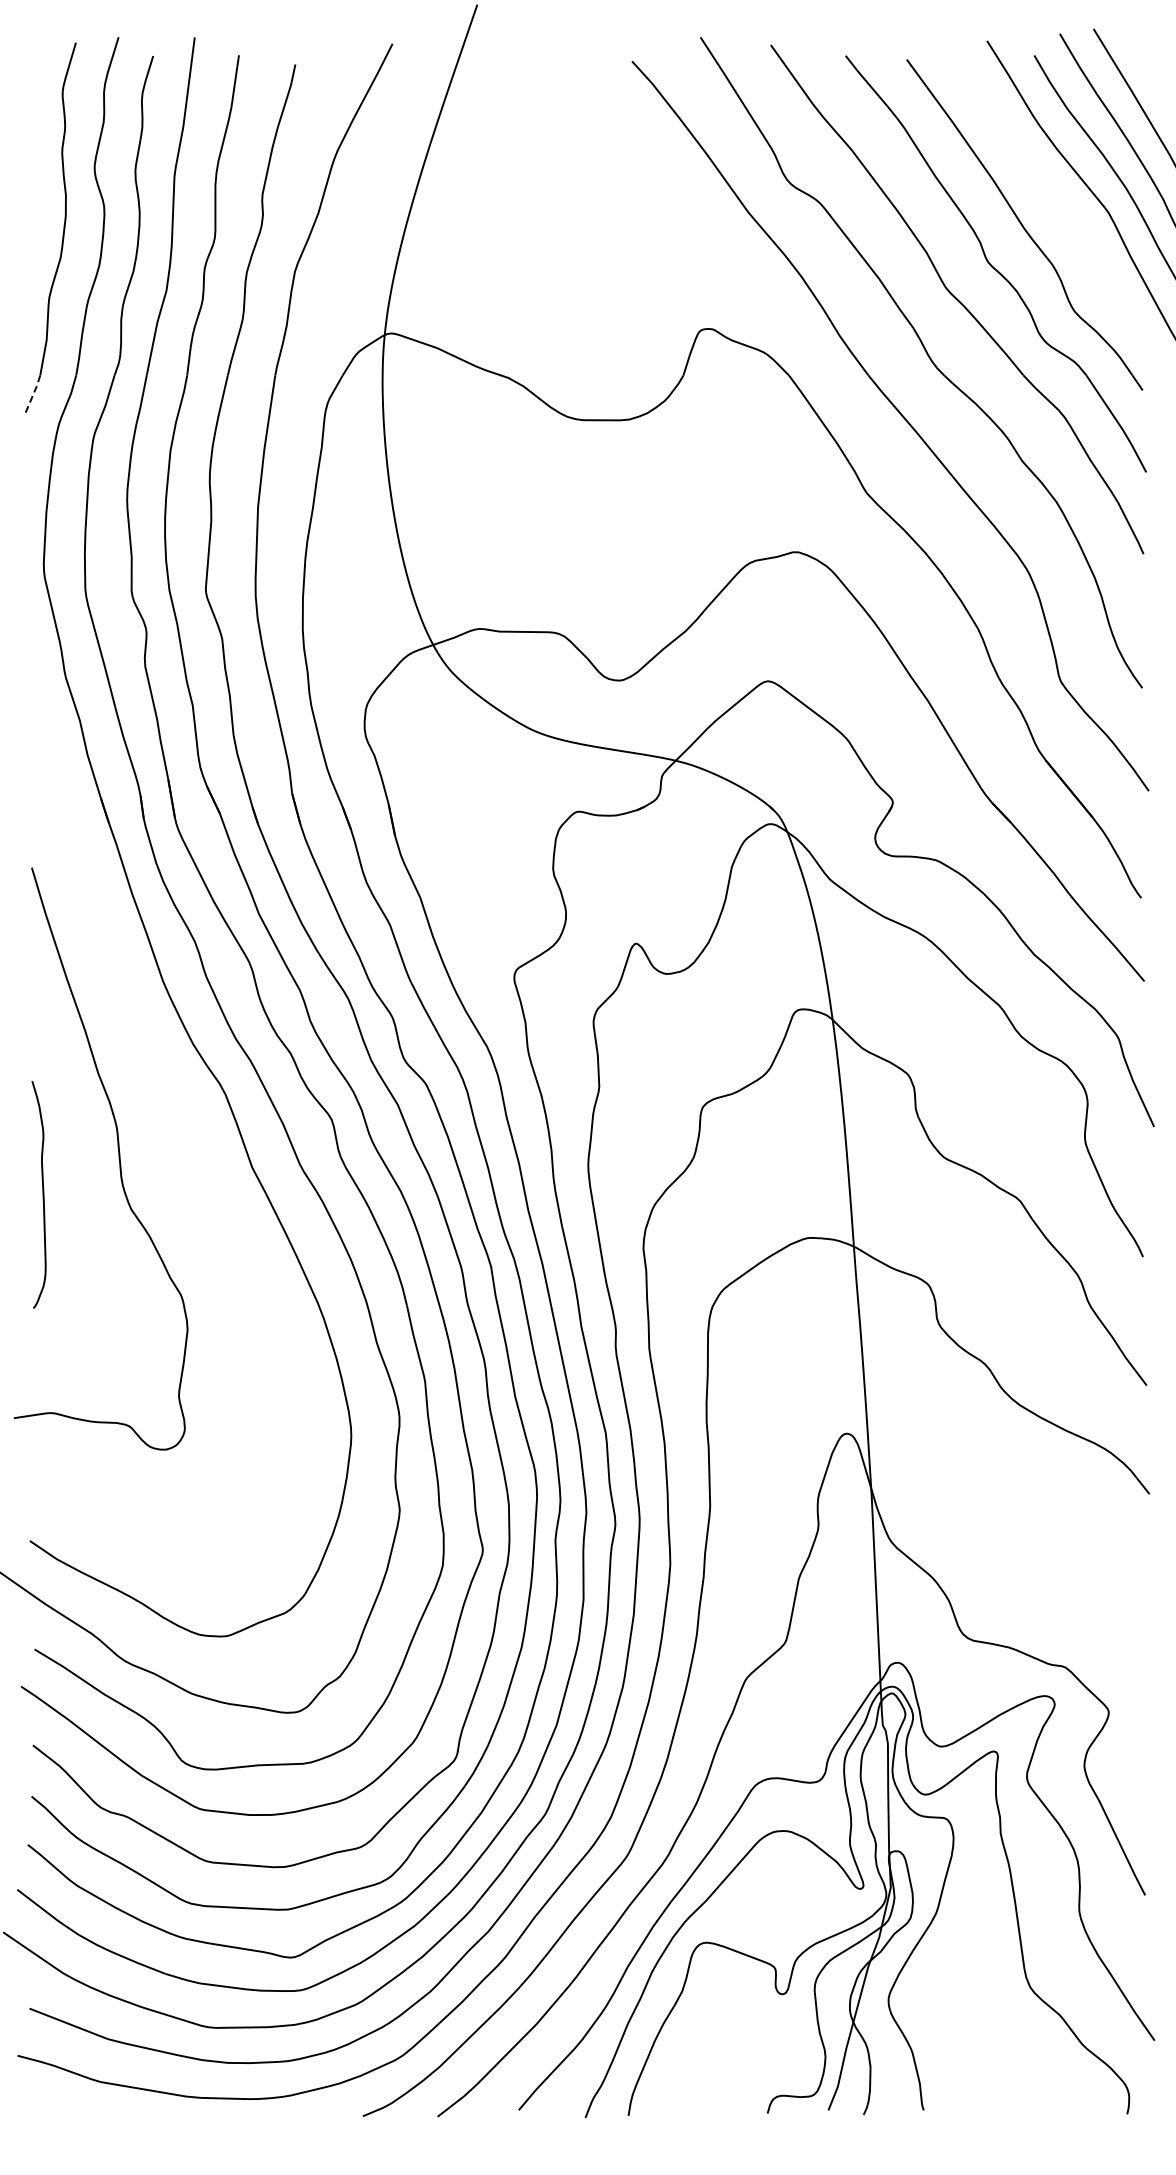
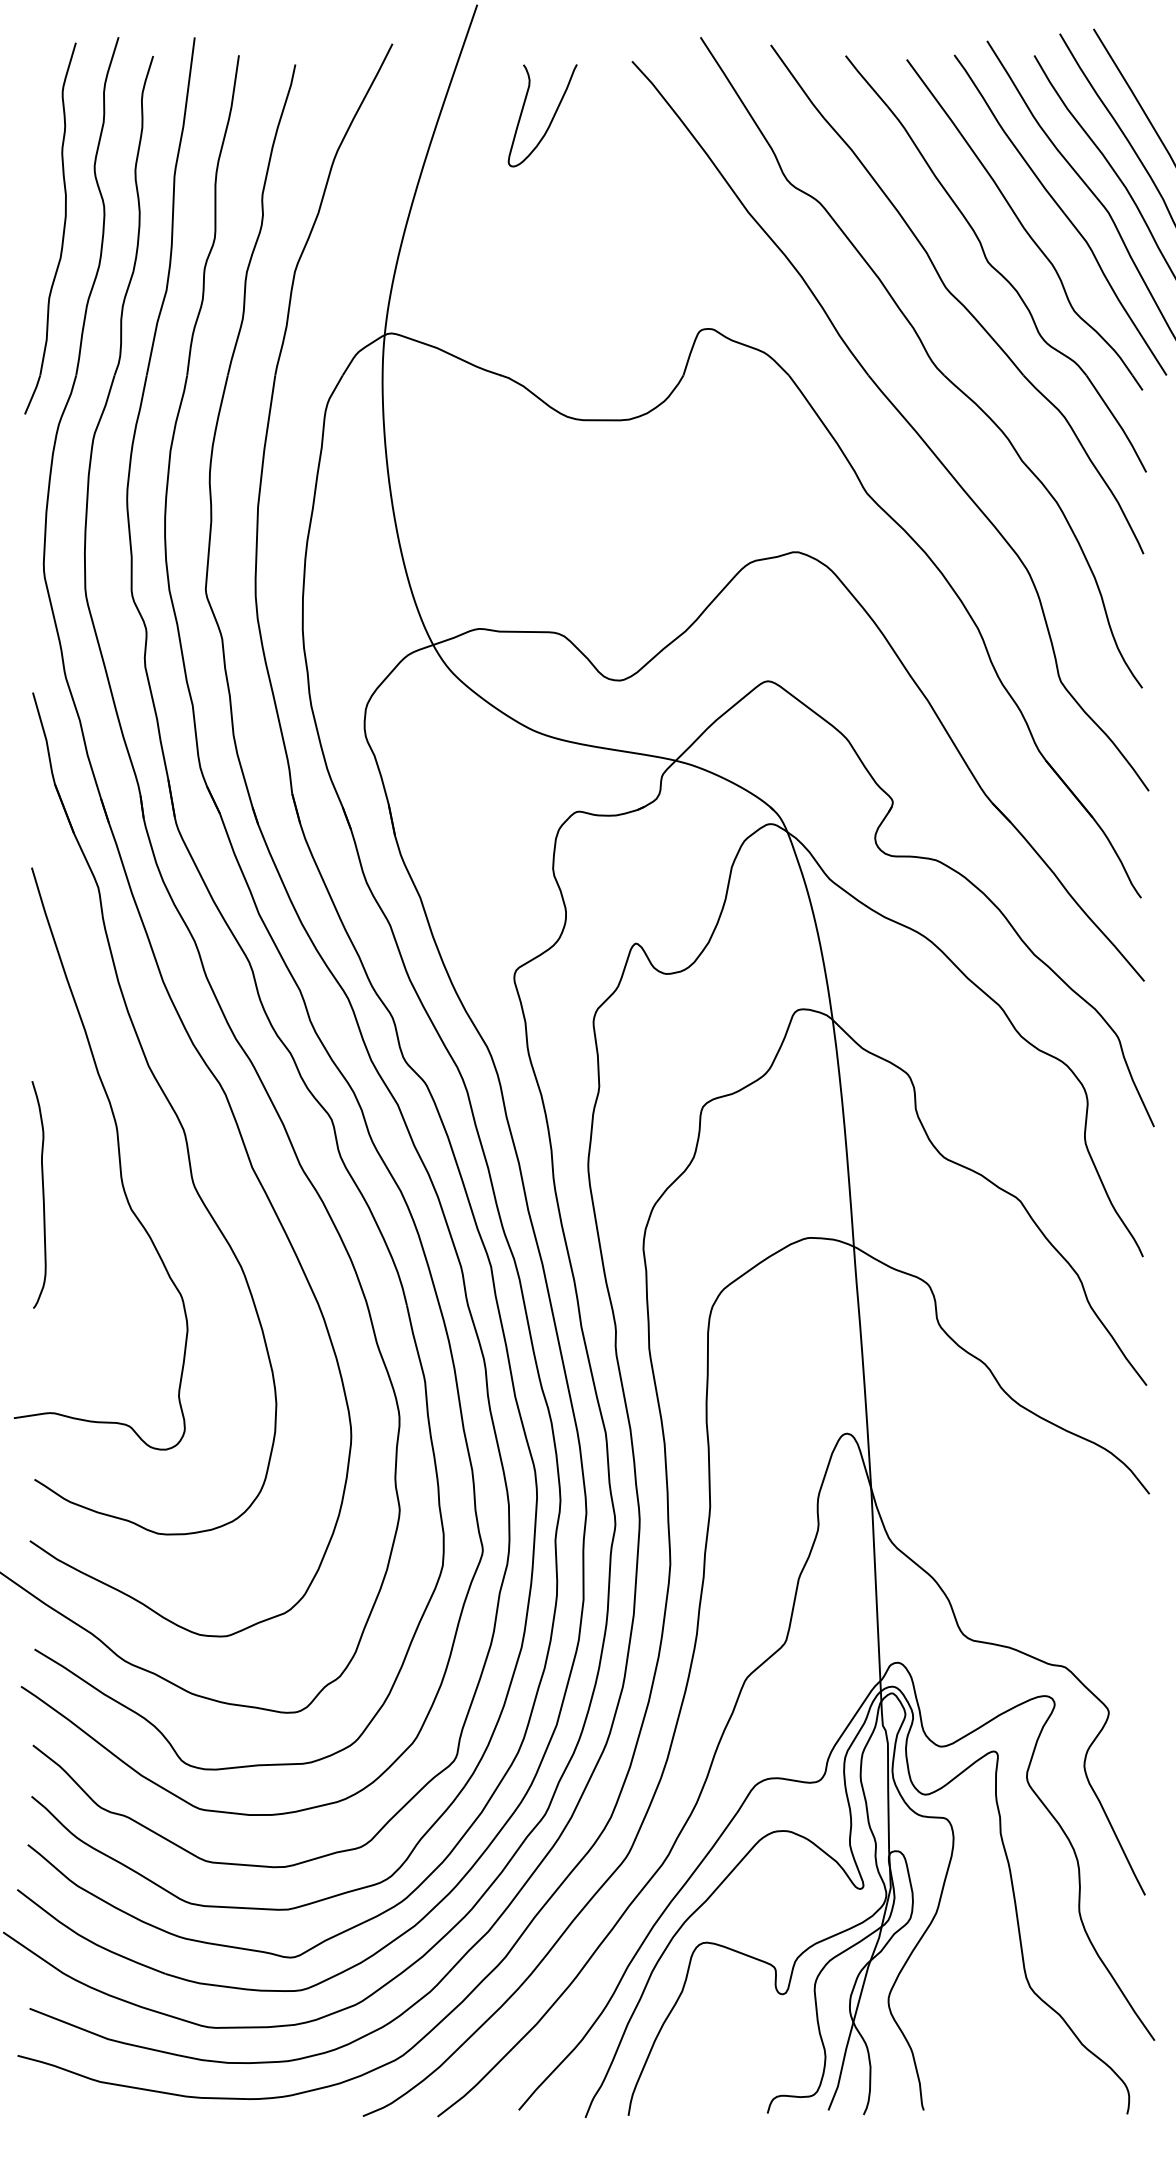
curve at (551, 119): none -> present
curve at (1062, 212): none -> present
line at (33, 394): dashed -> solid
part at (168, 1103): none -> present
